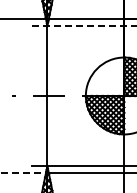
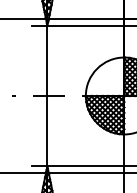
line at (84, 25): dashed -> solid
line at (23, 172): dashed -> solid
